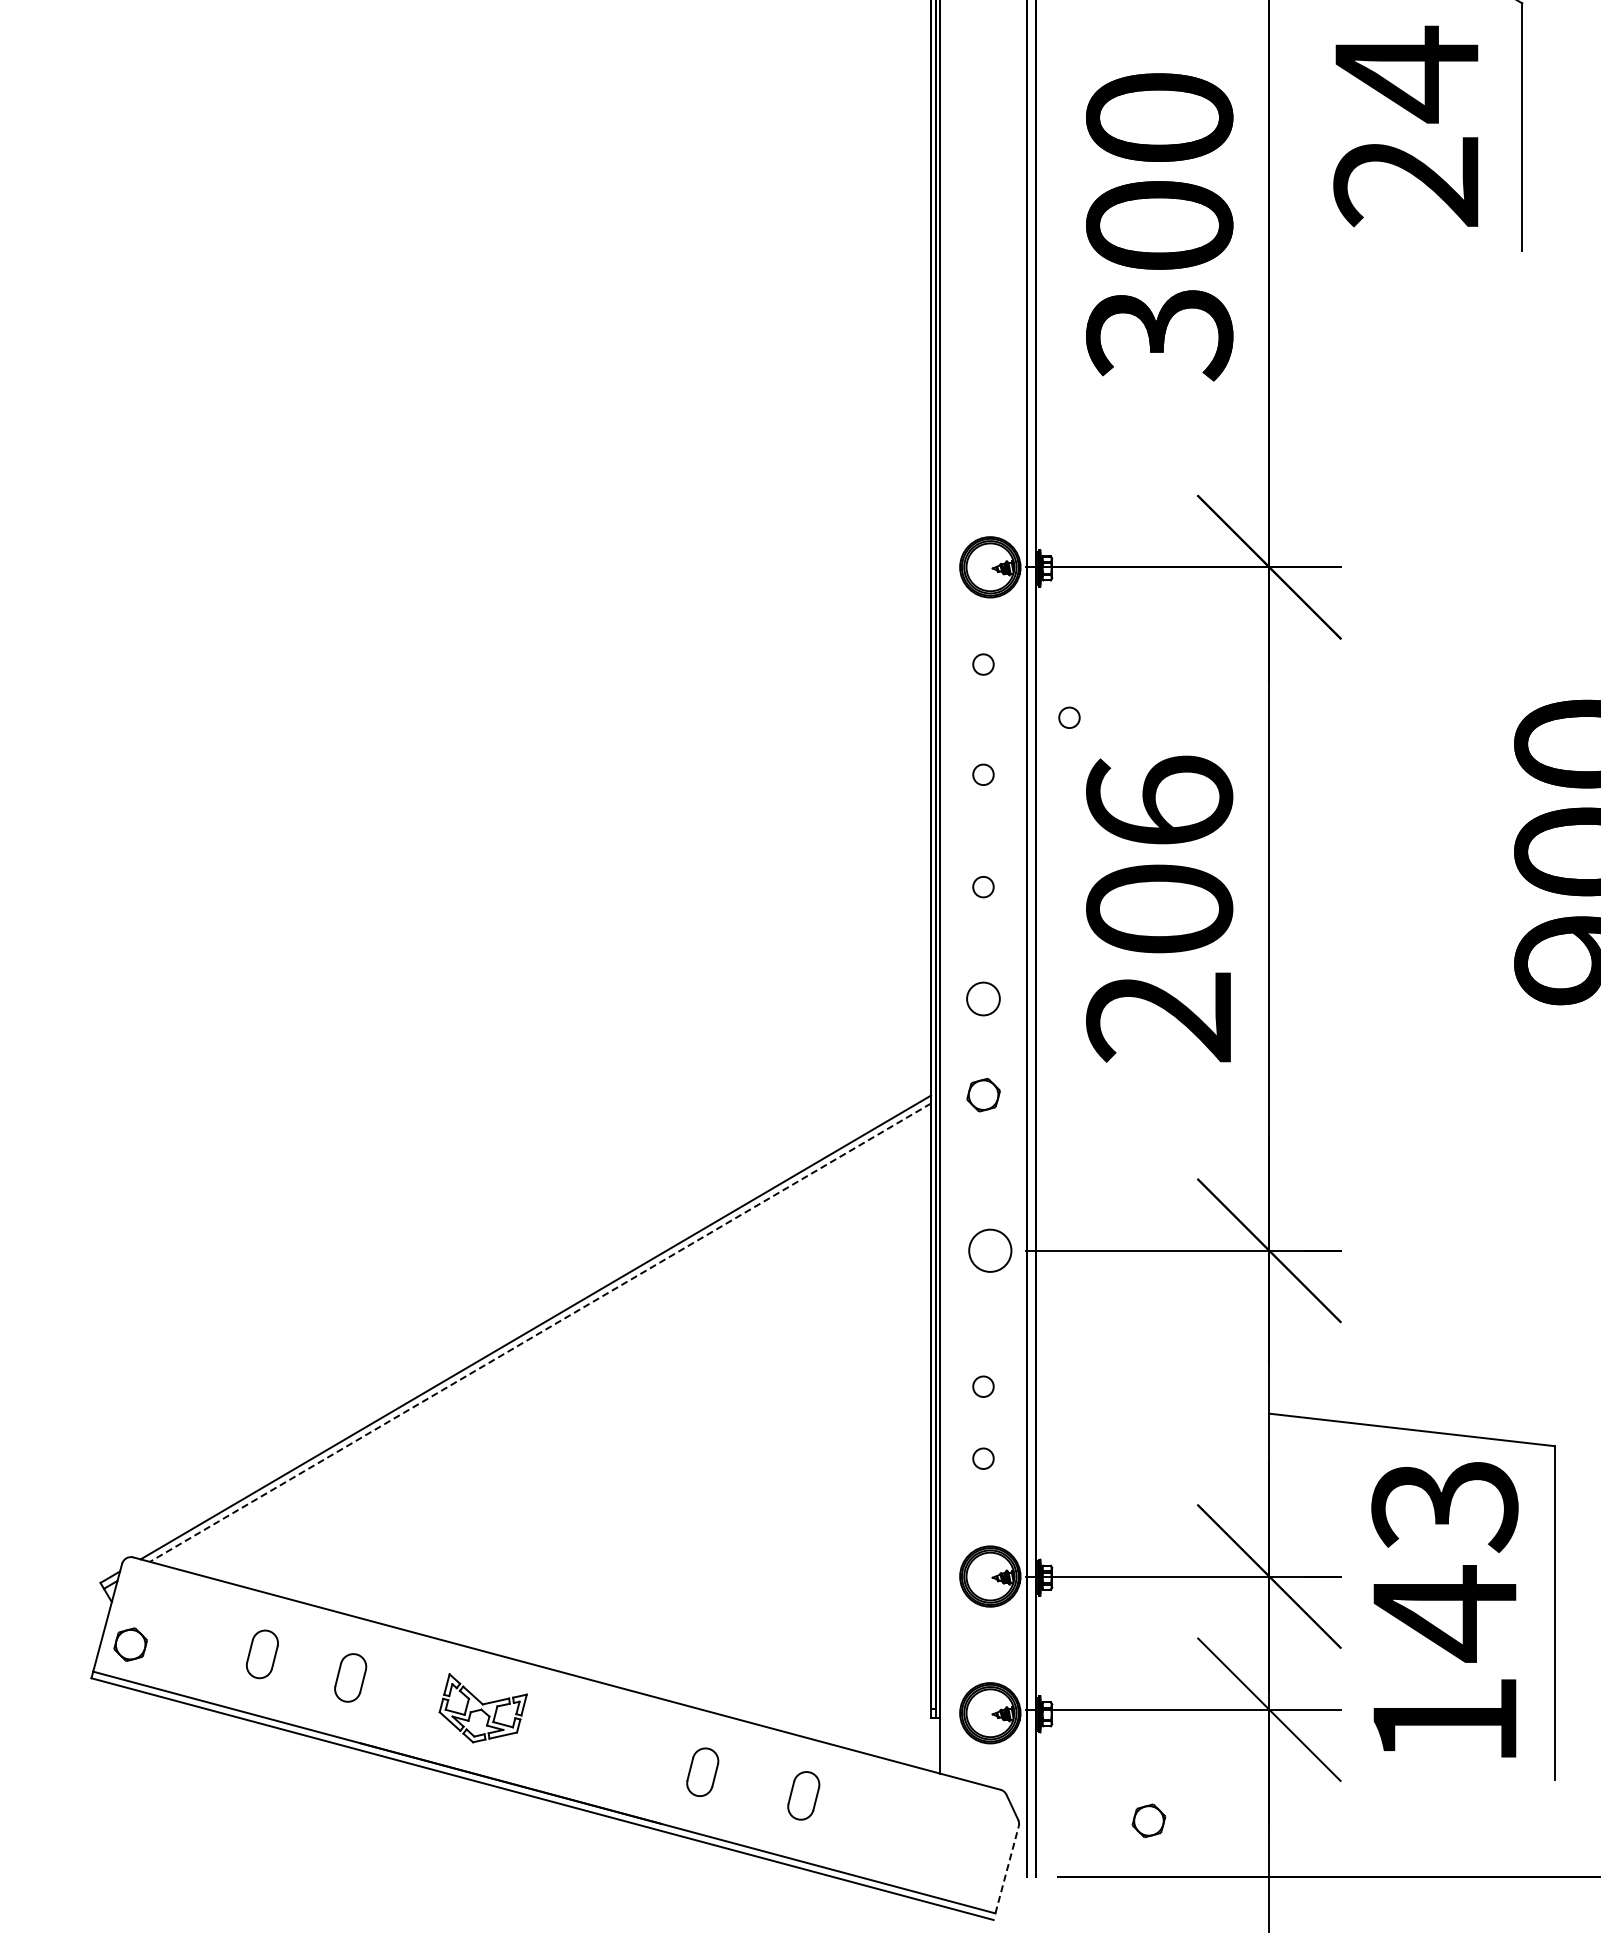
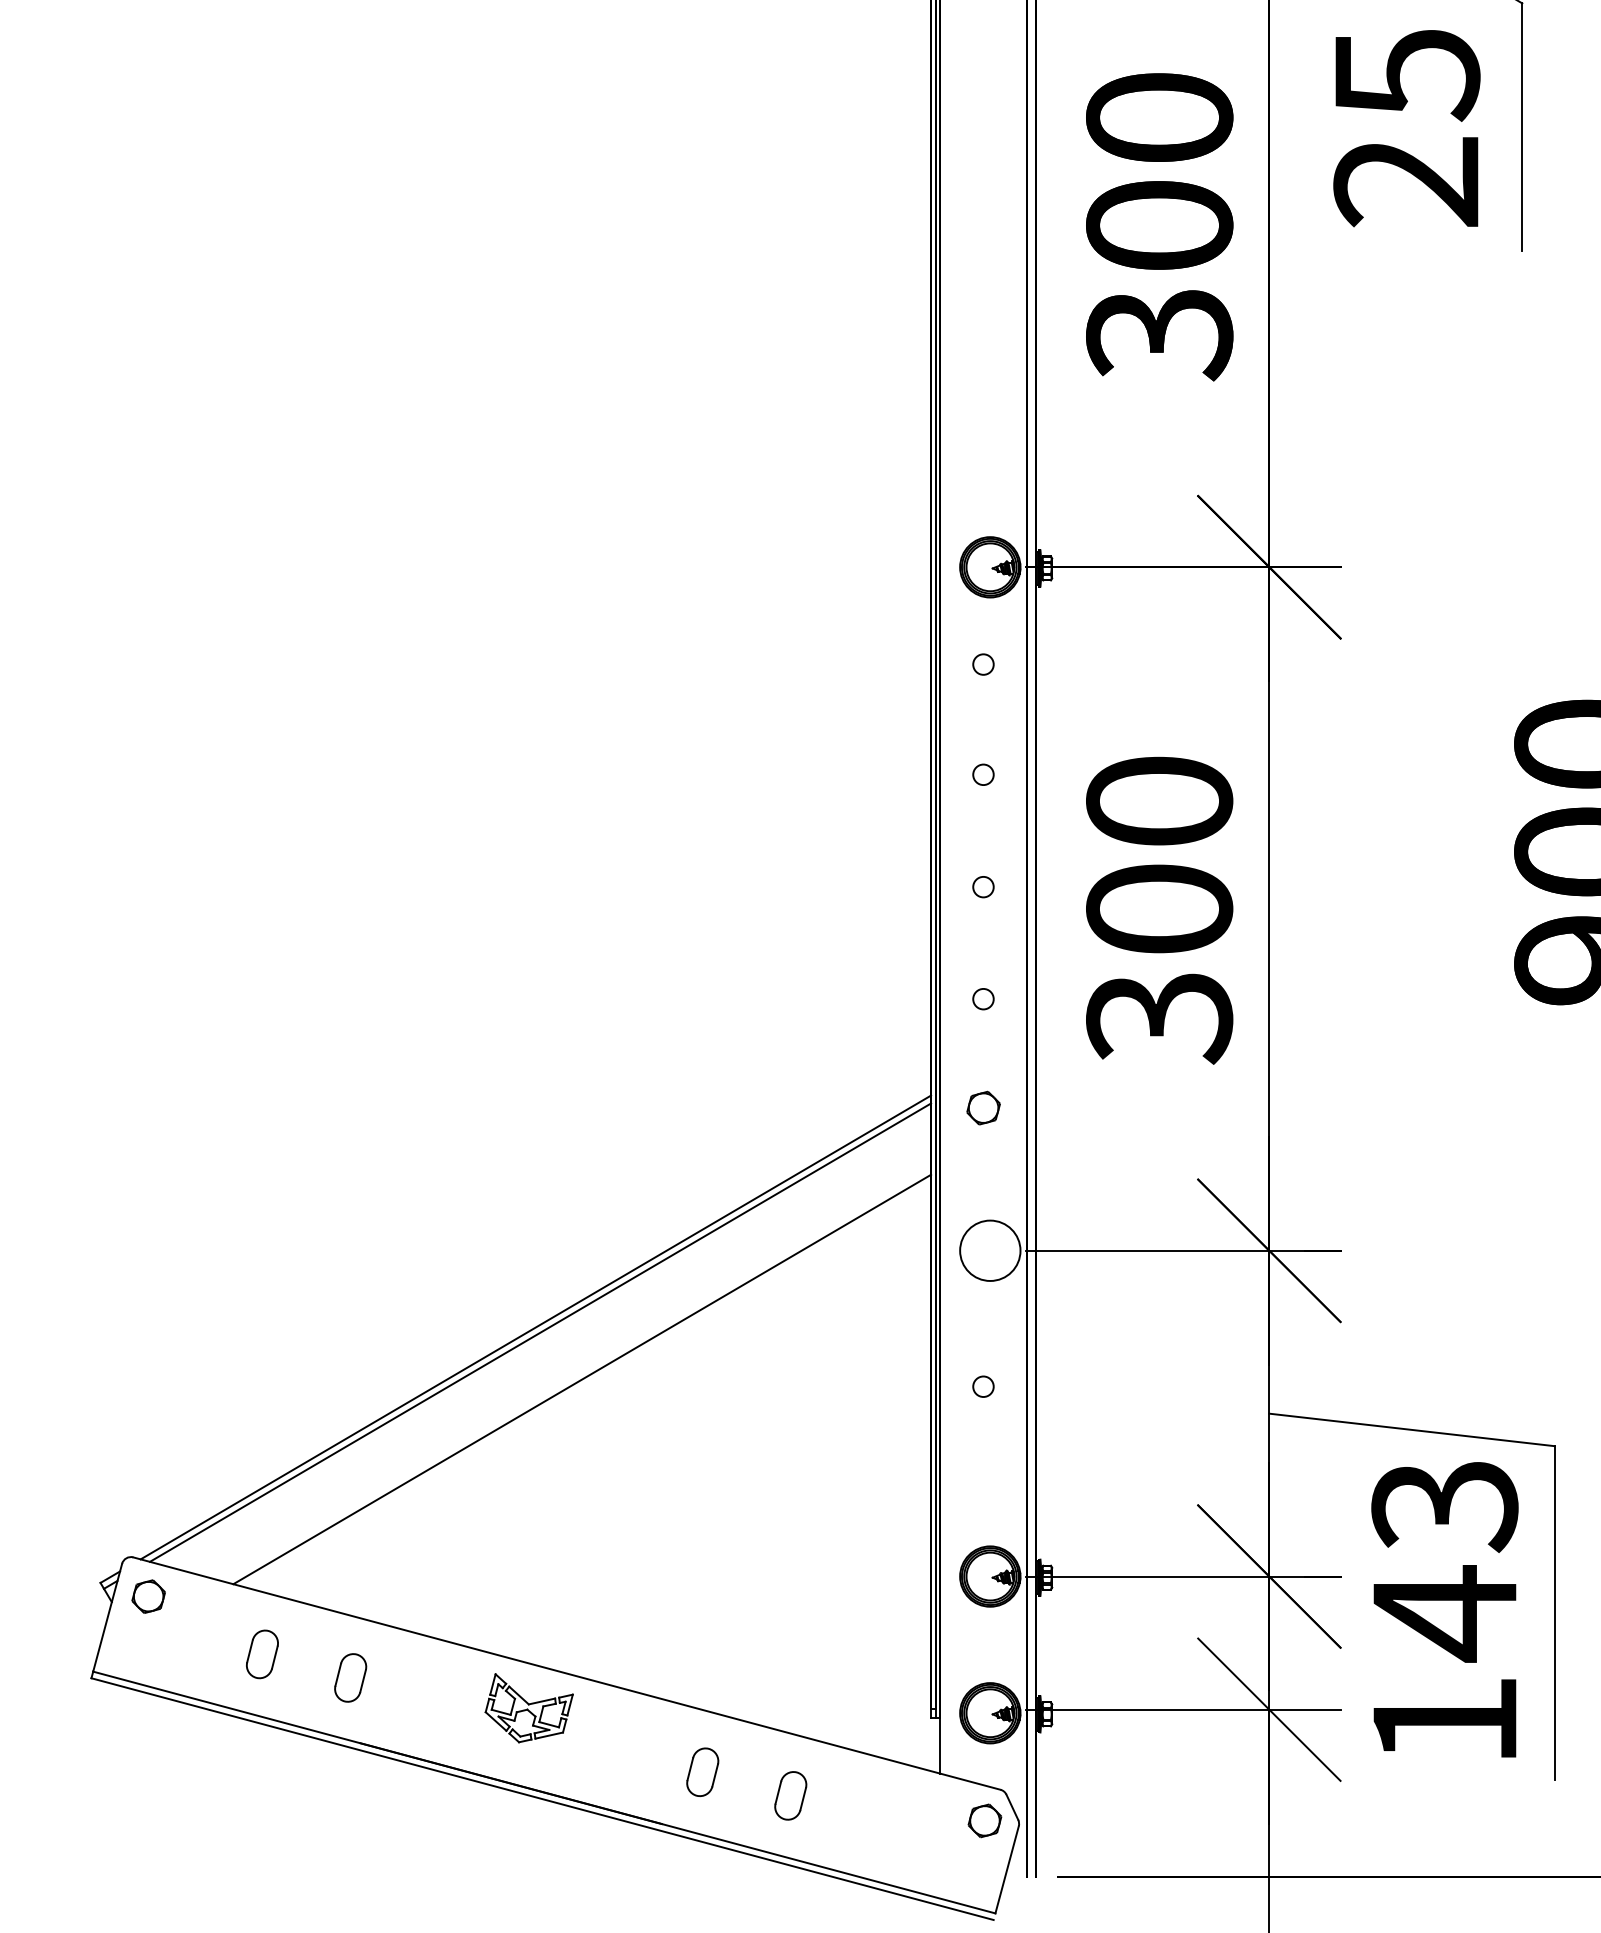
text at (1407, 74): 24 -> 25
circle at (1069, 717): present -> none
text at (1159, 909): 206 -> 300
circle at (983, 998) size: 35x36 px -> 23x23 px
part at (983, 1094) position: (983, 1094) -> (983, 1107)
circle at (990, 1250) diameter: 42 px -> 60 px
line at (540, 1332): dashed -> solid
line at (582, 1379): none -> present
circle at (983, 1458): present -> none
part at (130, 1644) position: (130, 1644) -> (148, 1596)
part at (482, 1708) position: (482, 1708) -> (528, 1708)
part at (803, 1795) position: (803, 1795) -> (790, 1795)
part at (1148, 1820) position: (1148, 1820) -> (984, 1820)
line at (1007, 1869): dashed -> solid
